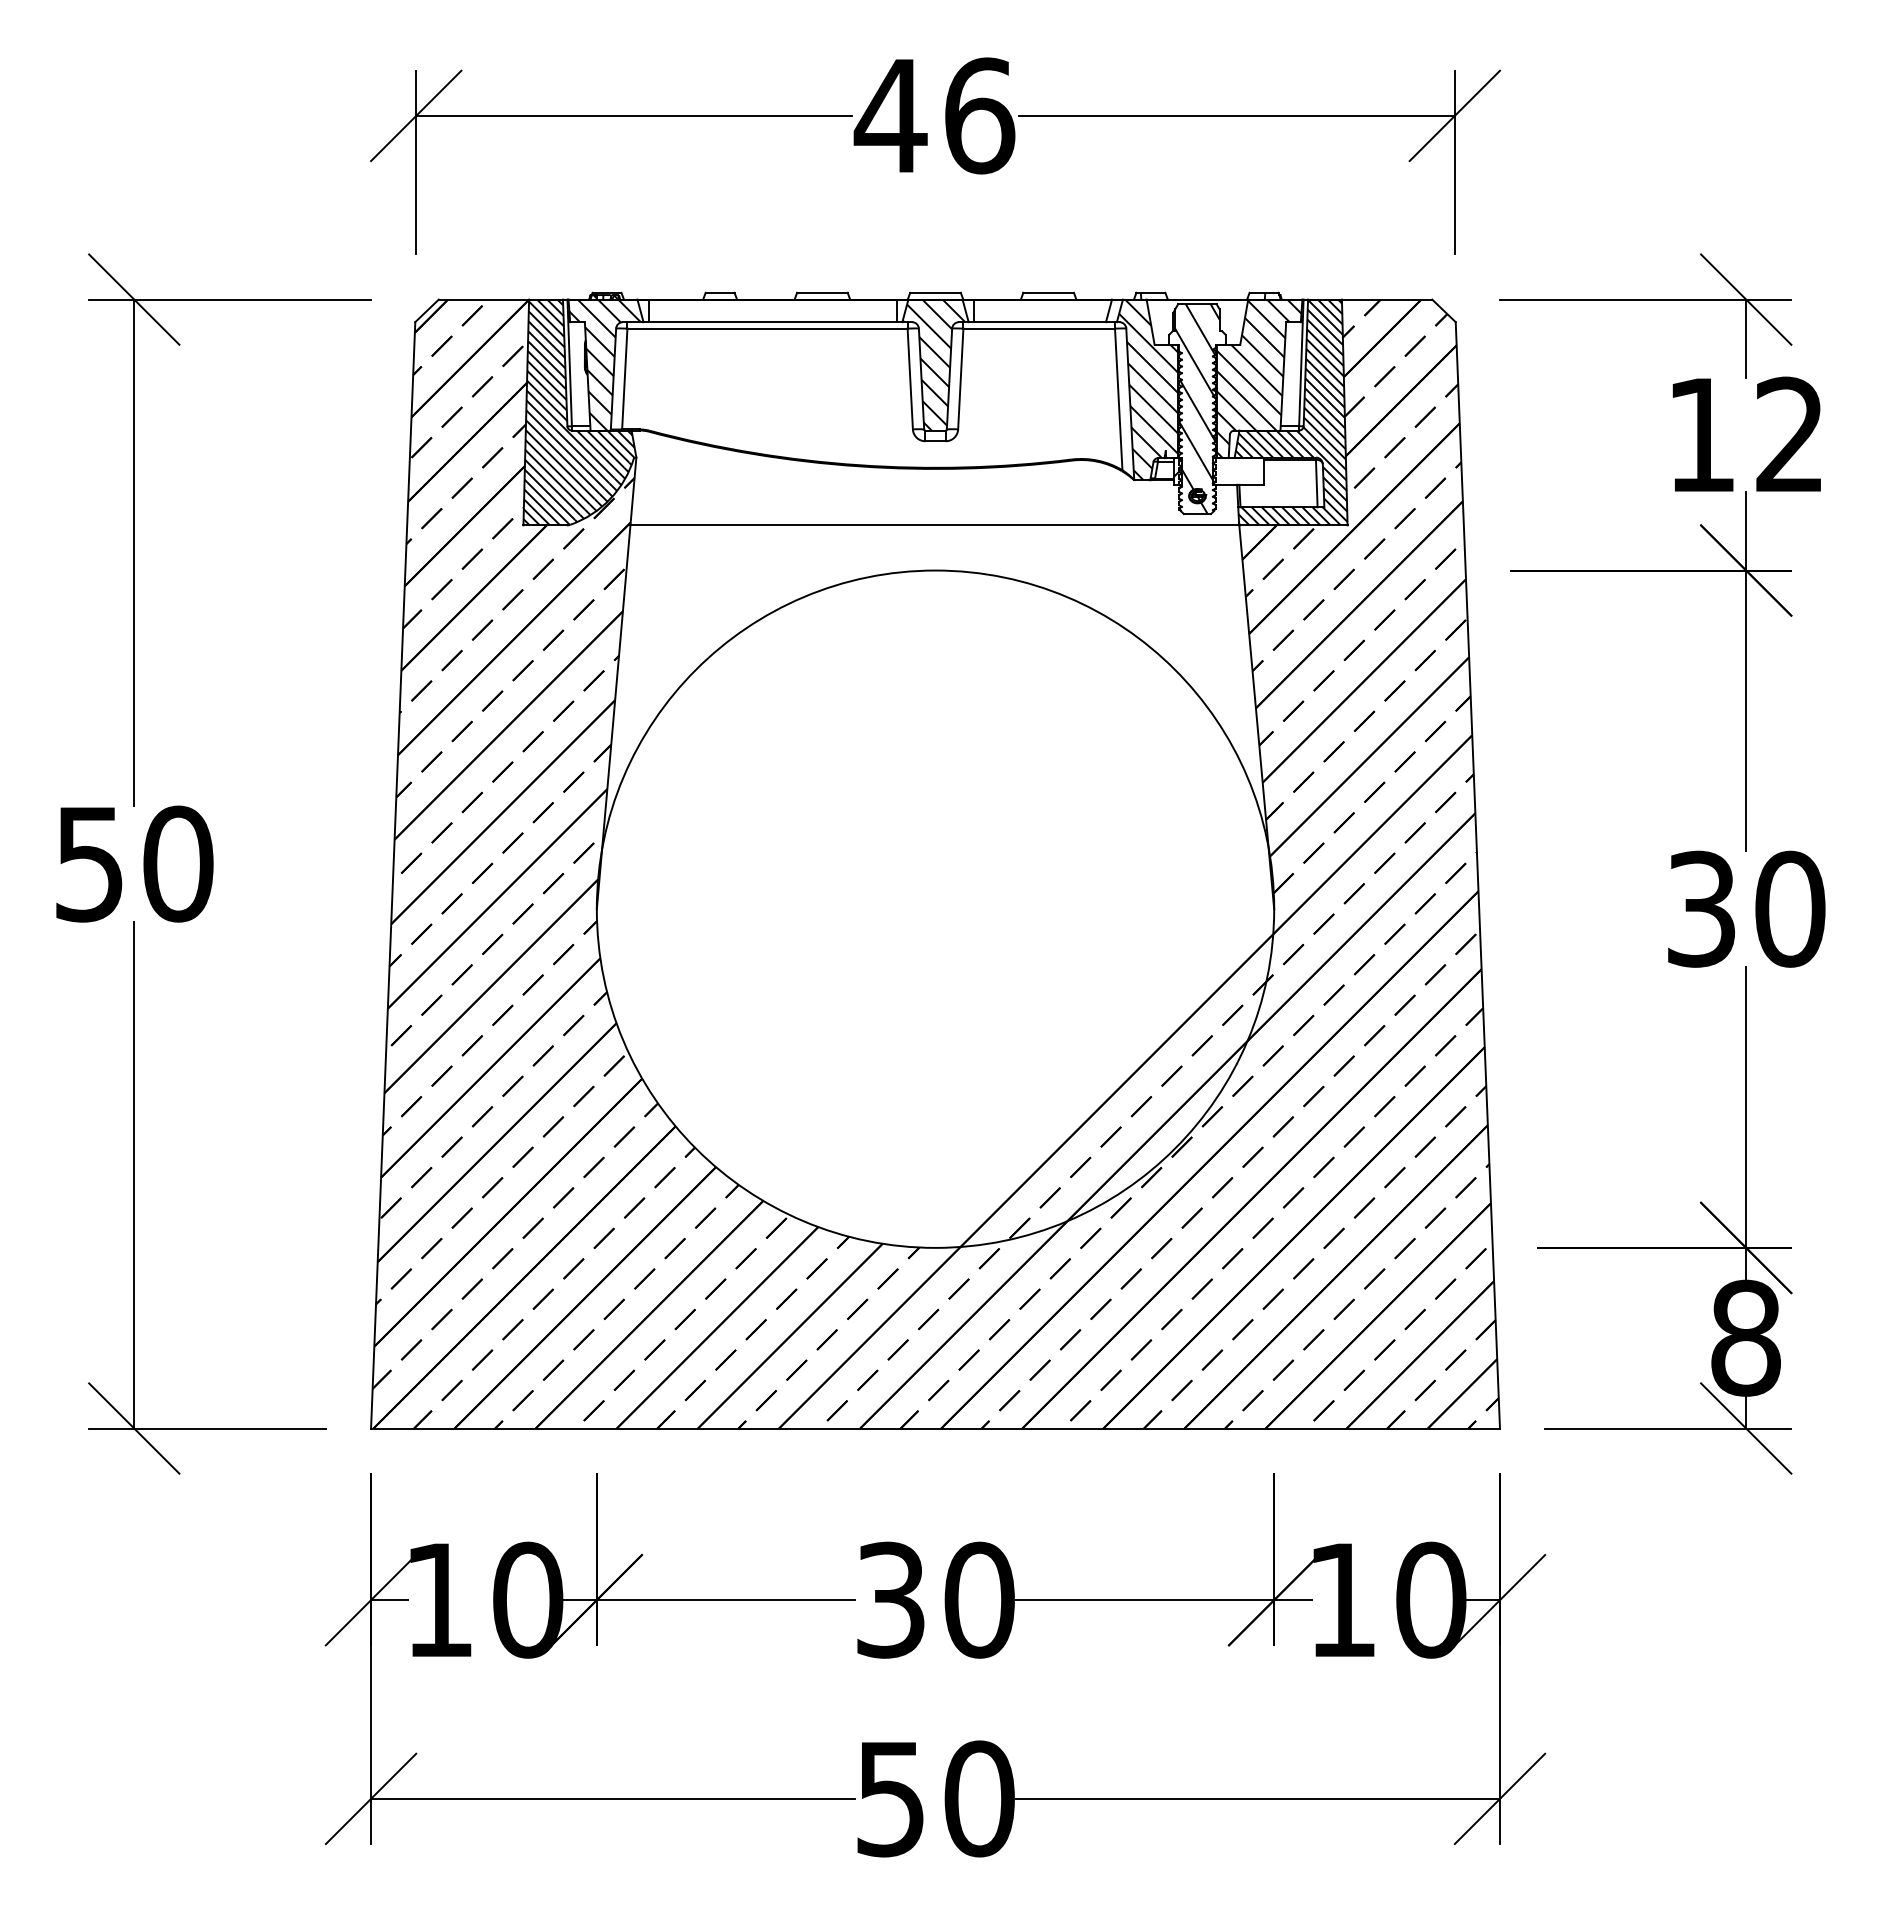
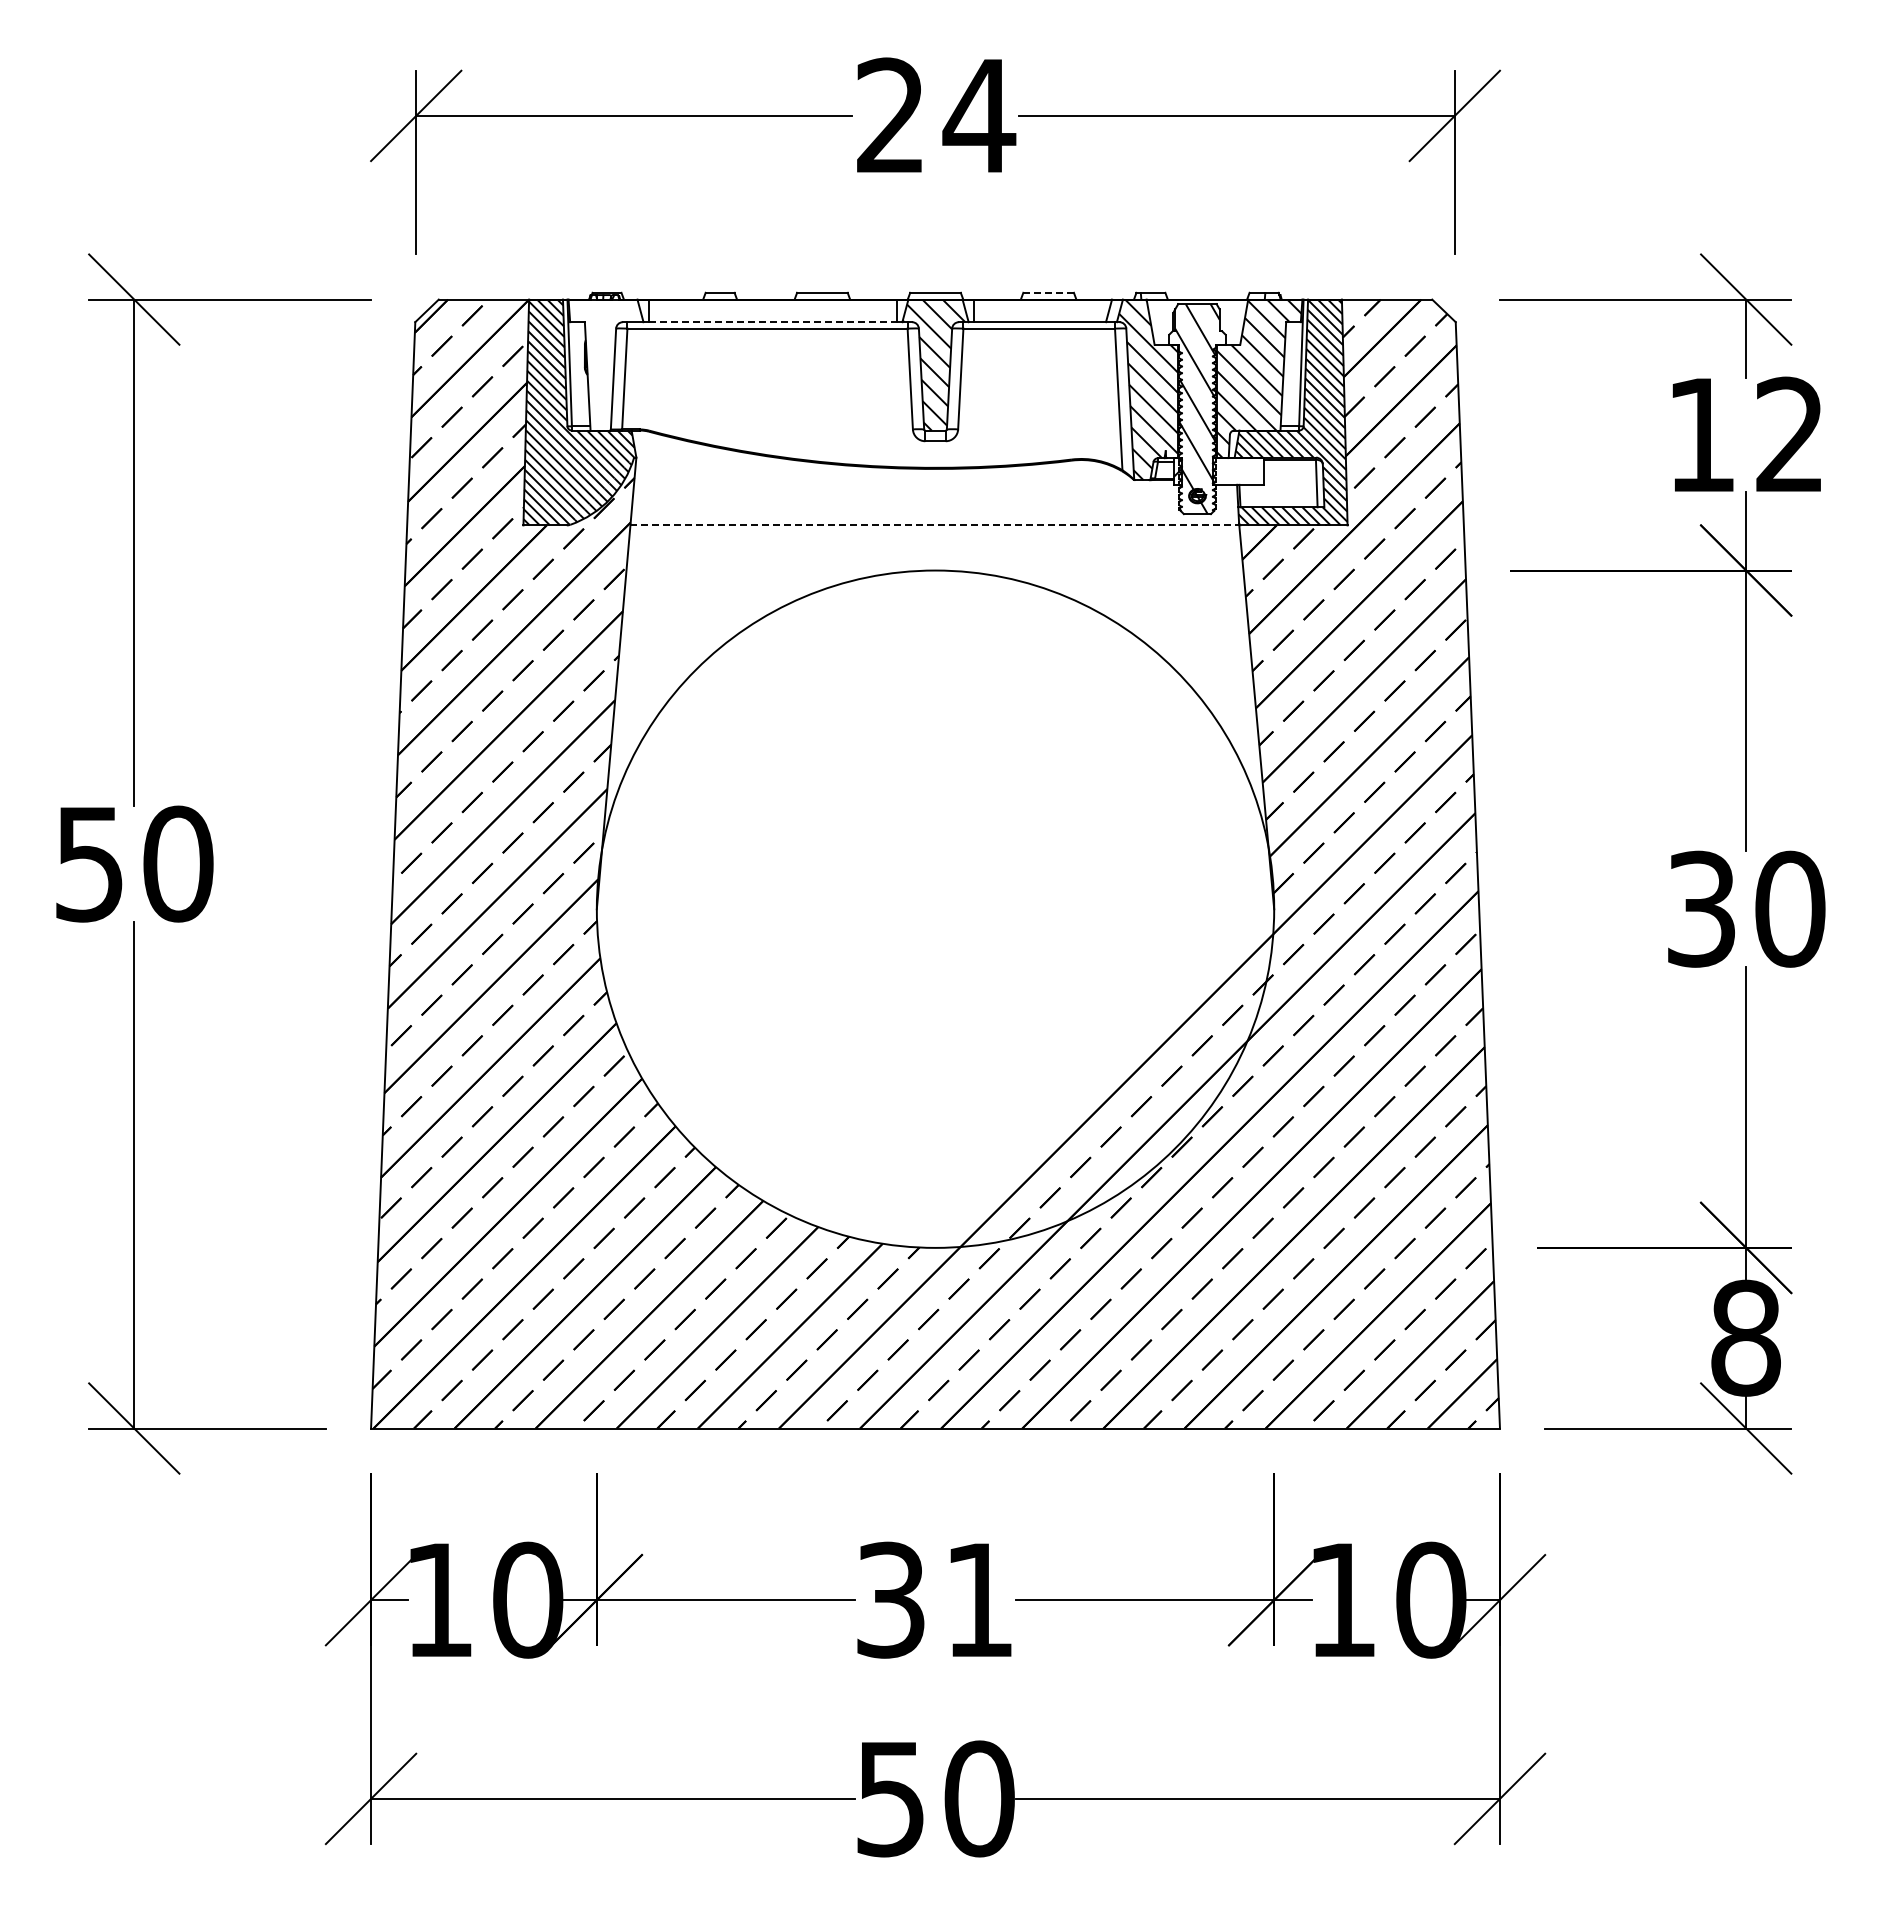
text at (934, 115): 46 -> 24
line at (1048, 292): solid -> dashed
line at (773, 322): solid -> dashed
hatch at (604, 362): present -> none
line at (935, 525): solid -> dashed
text at (979, 1599): 30 -> 31
